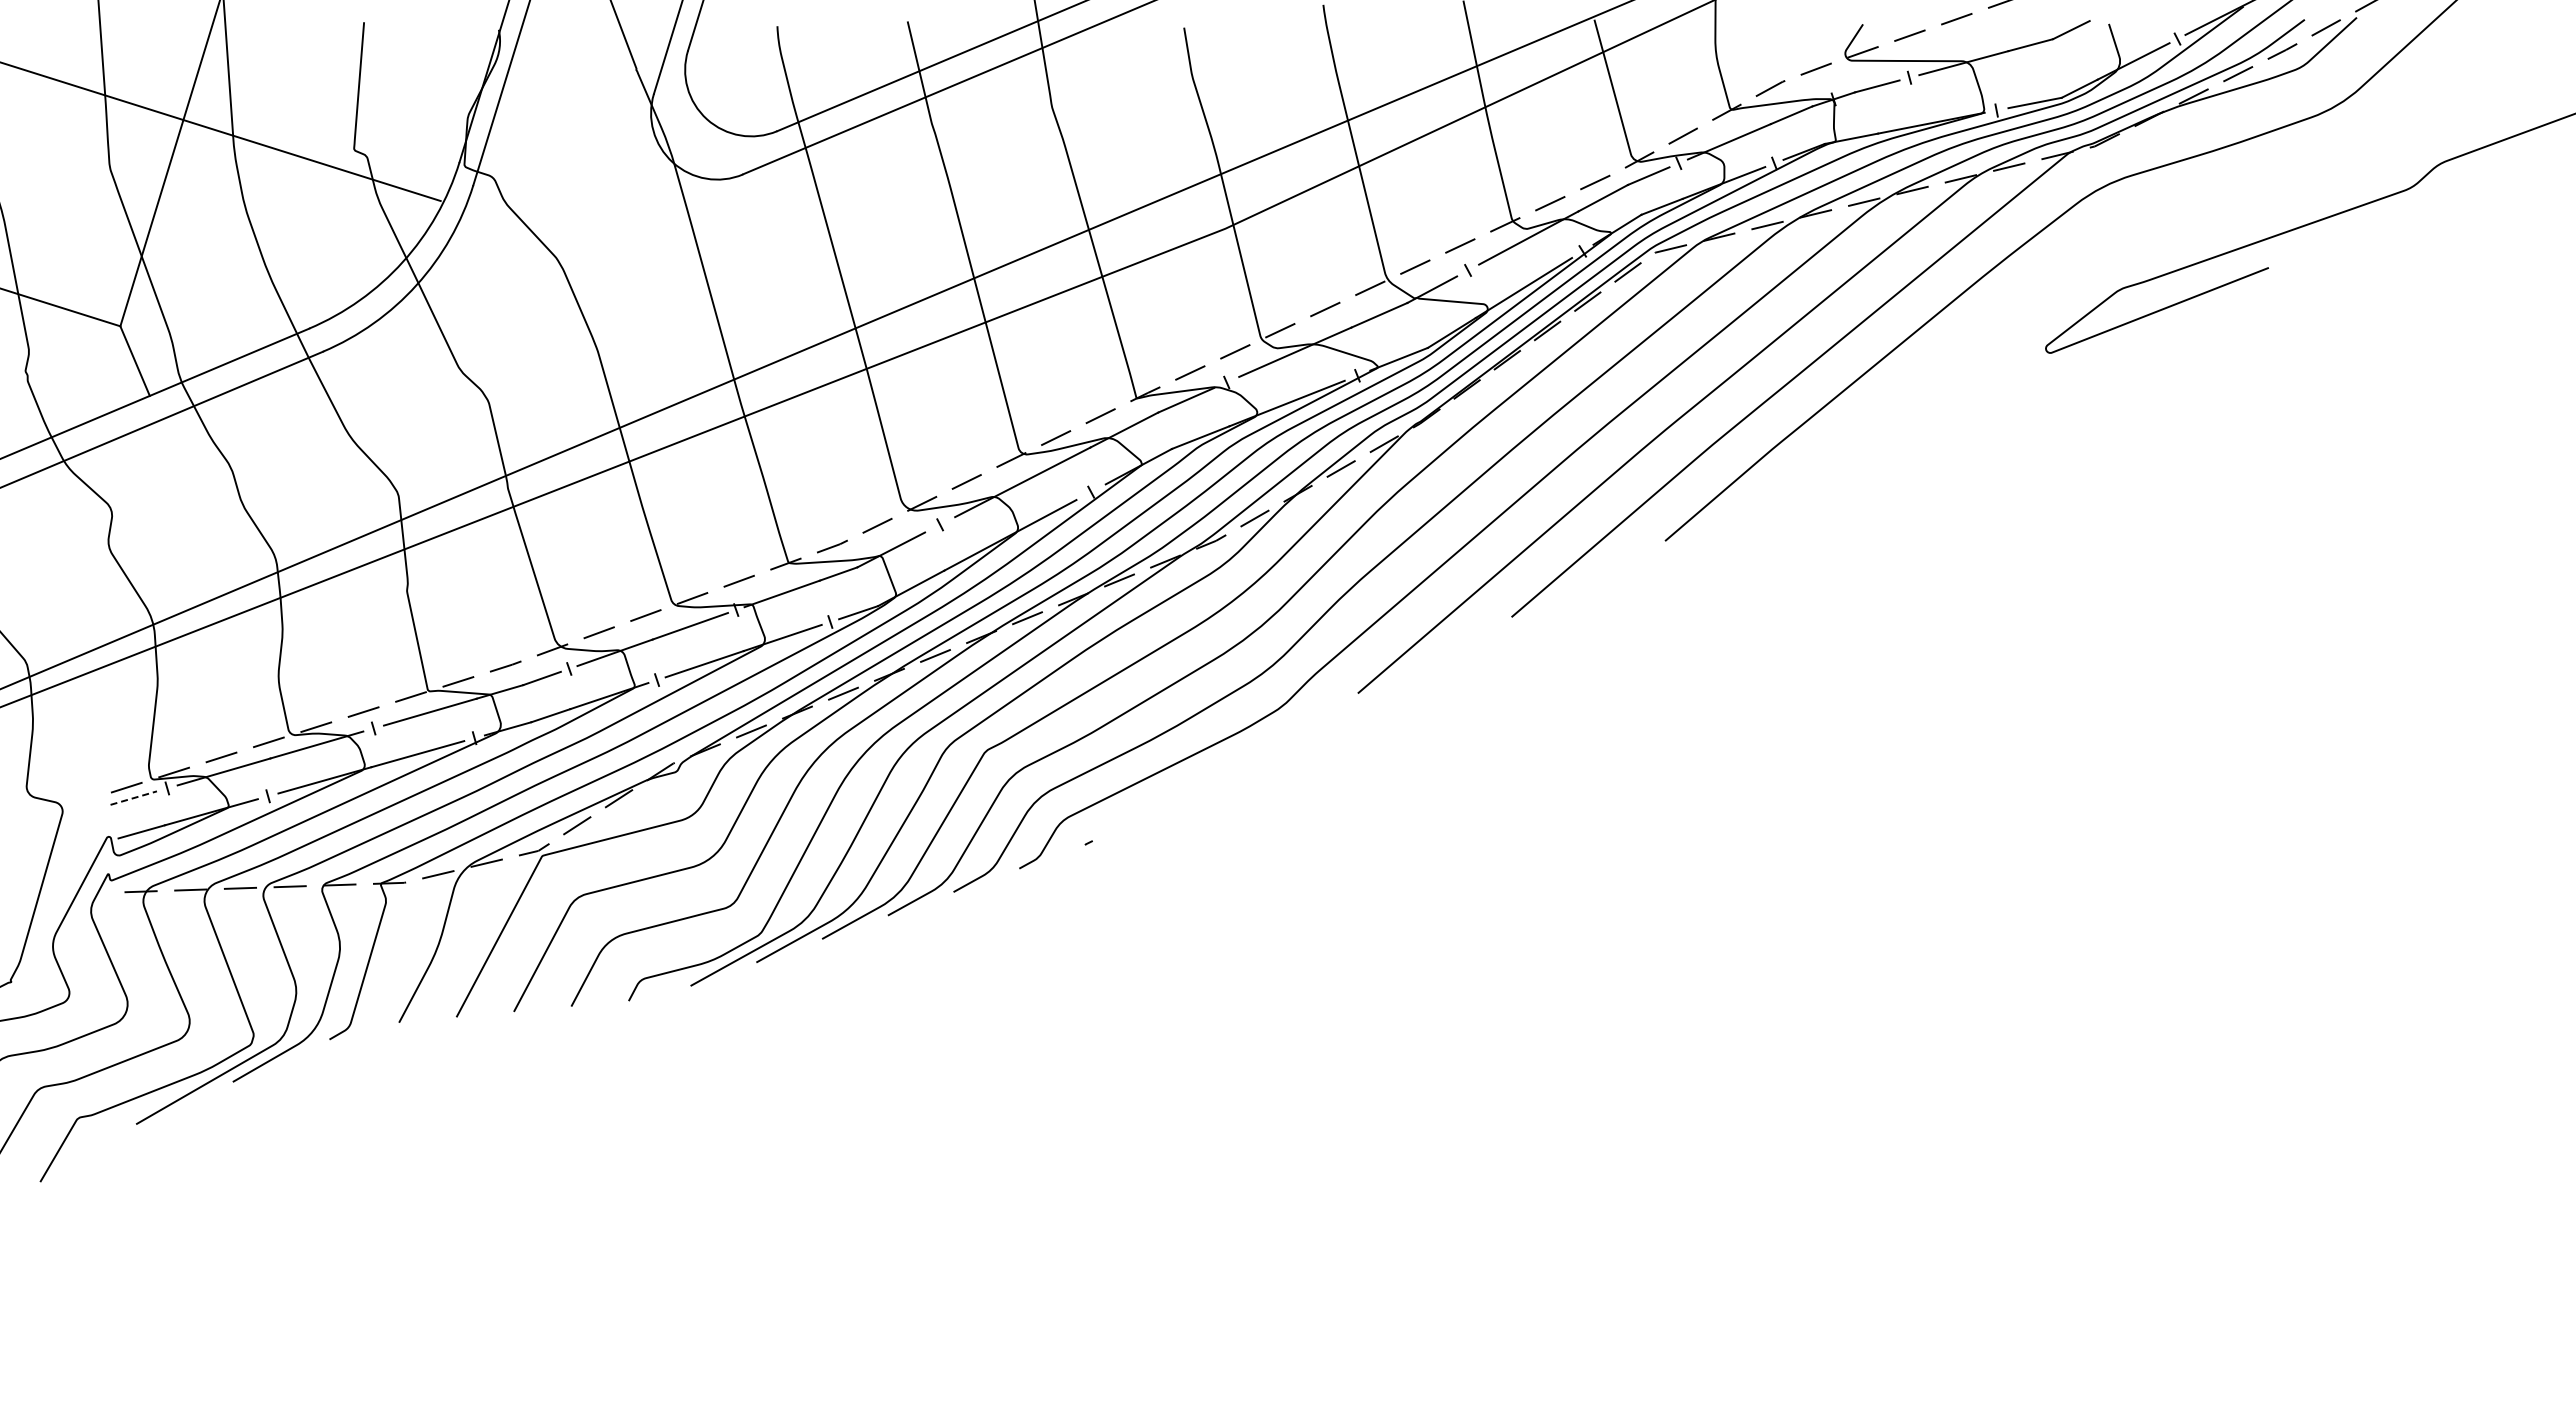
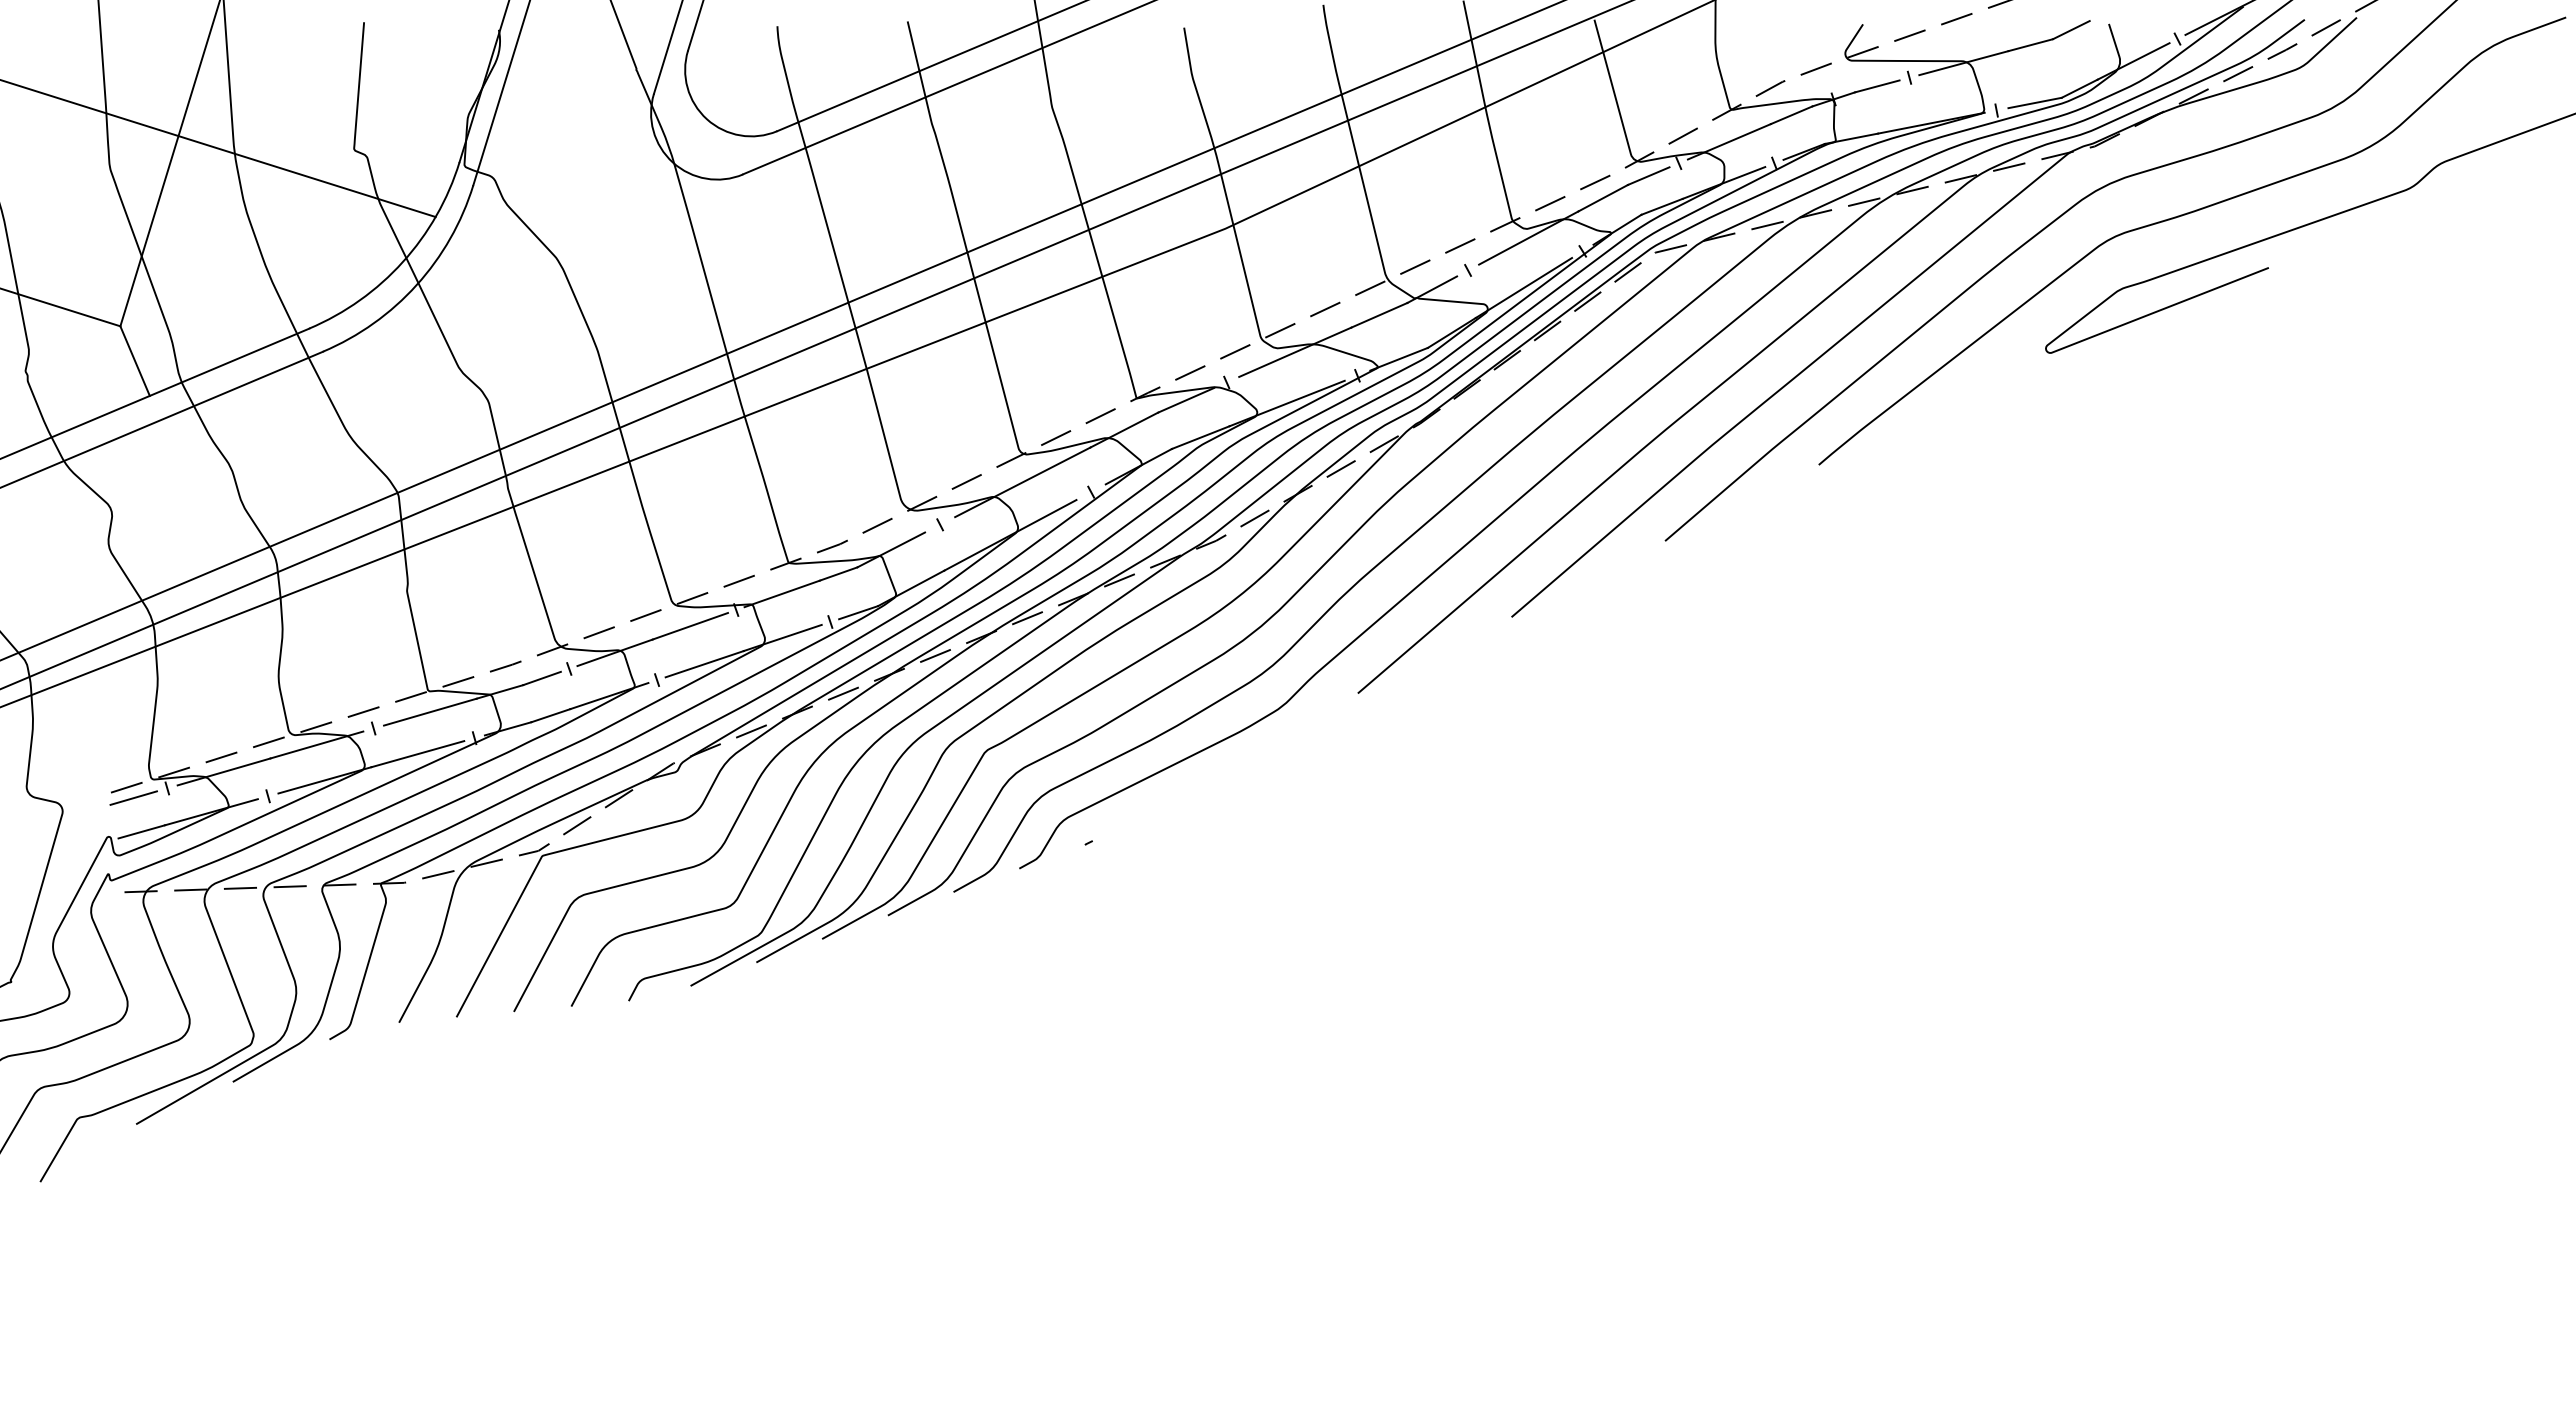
line at (221, 132) position: (221, 132) -> (218, 148)
curve at (2185, 215): none -> present
line at (781, 330): none -> present
line at (134, 797): dashed -> solid
